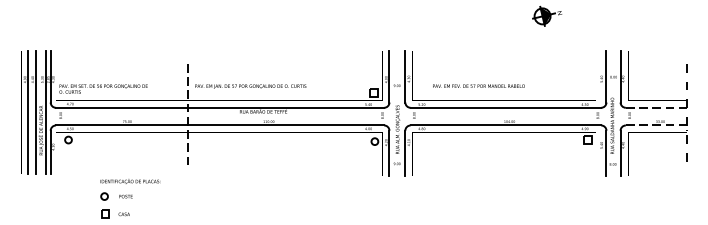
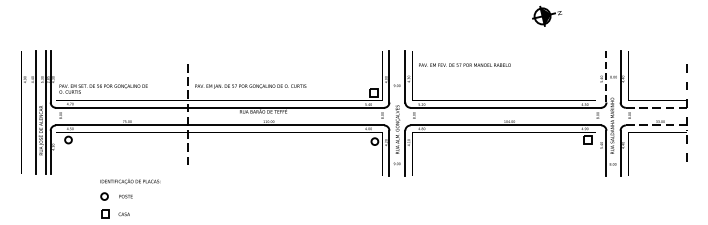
line at (606, 77): solid -> dashed
text at (478, 85) position: (478, 85) -> (464, 64)
line at (28, 112): present -> none
